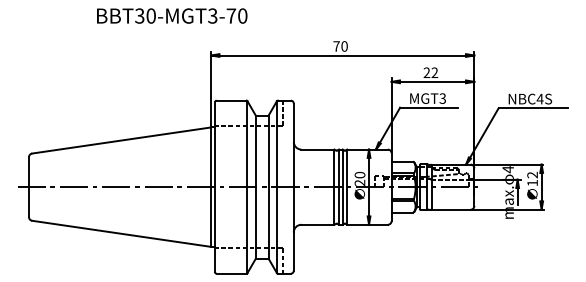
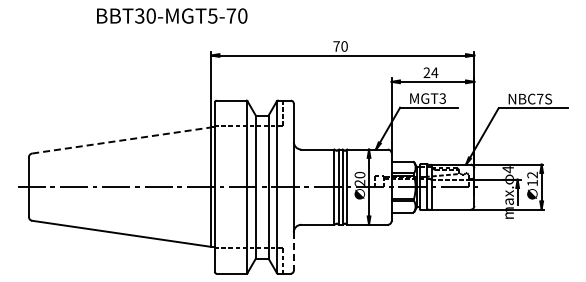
text at (212, 15): BBT30-MGT3-70 -> BBT30-MGT5-70
text at (434, 72): 22 -> 24
text at (539, 98): NBC4S -> NBC7S
line at (122, 140): solid -> dashed
line at (293, 251): solid -> dashed
